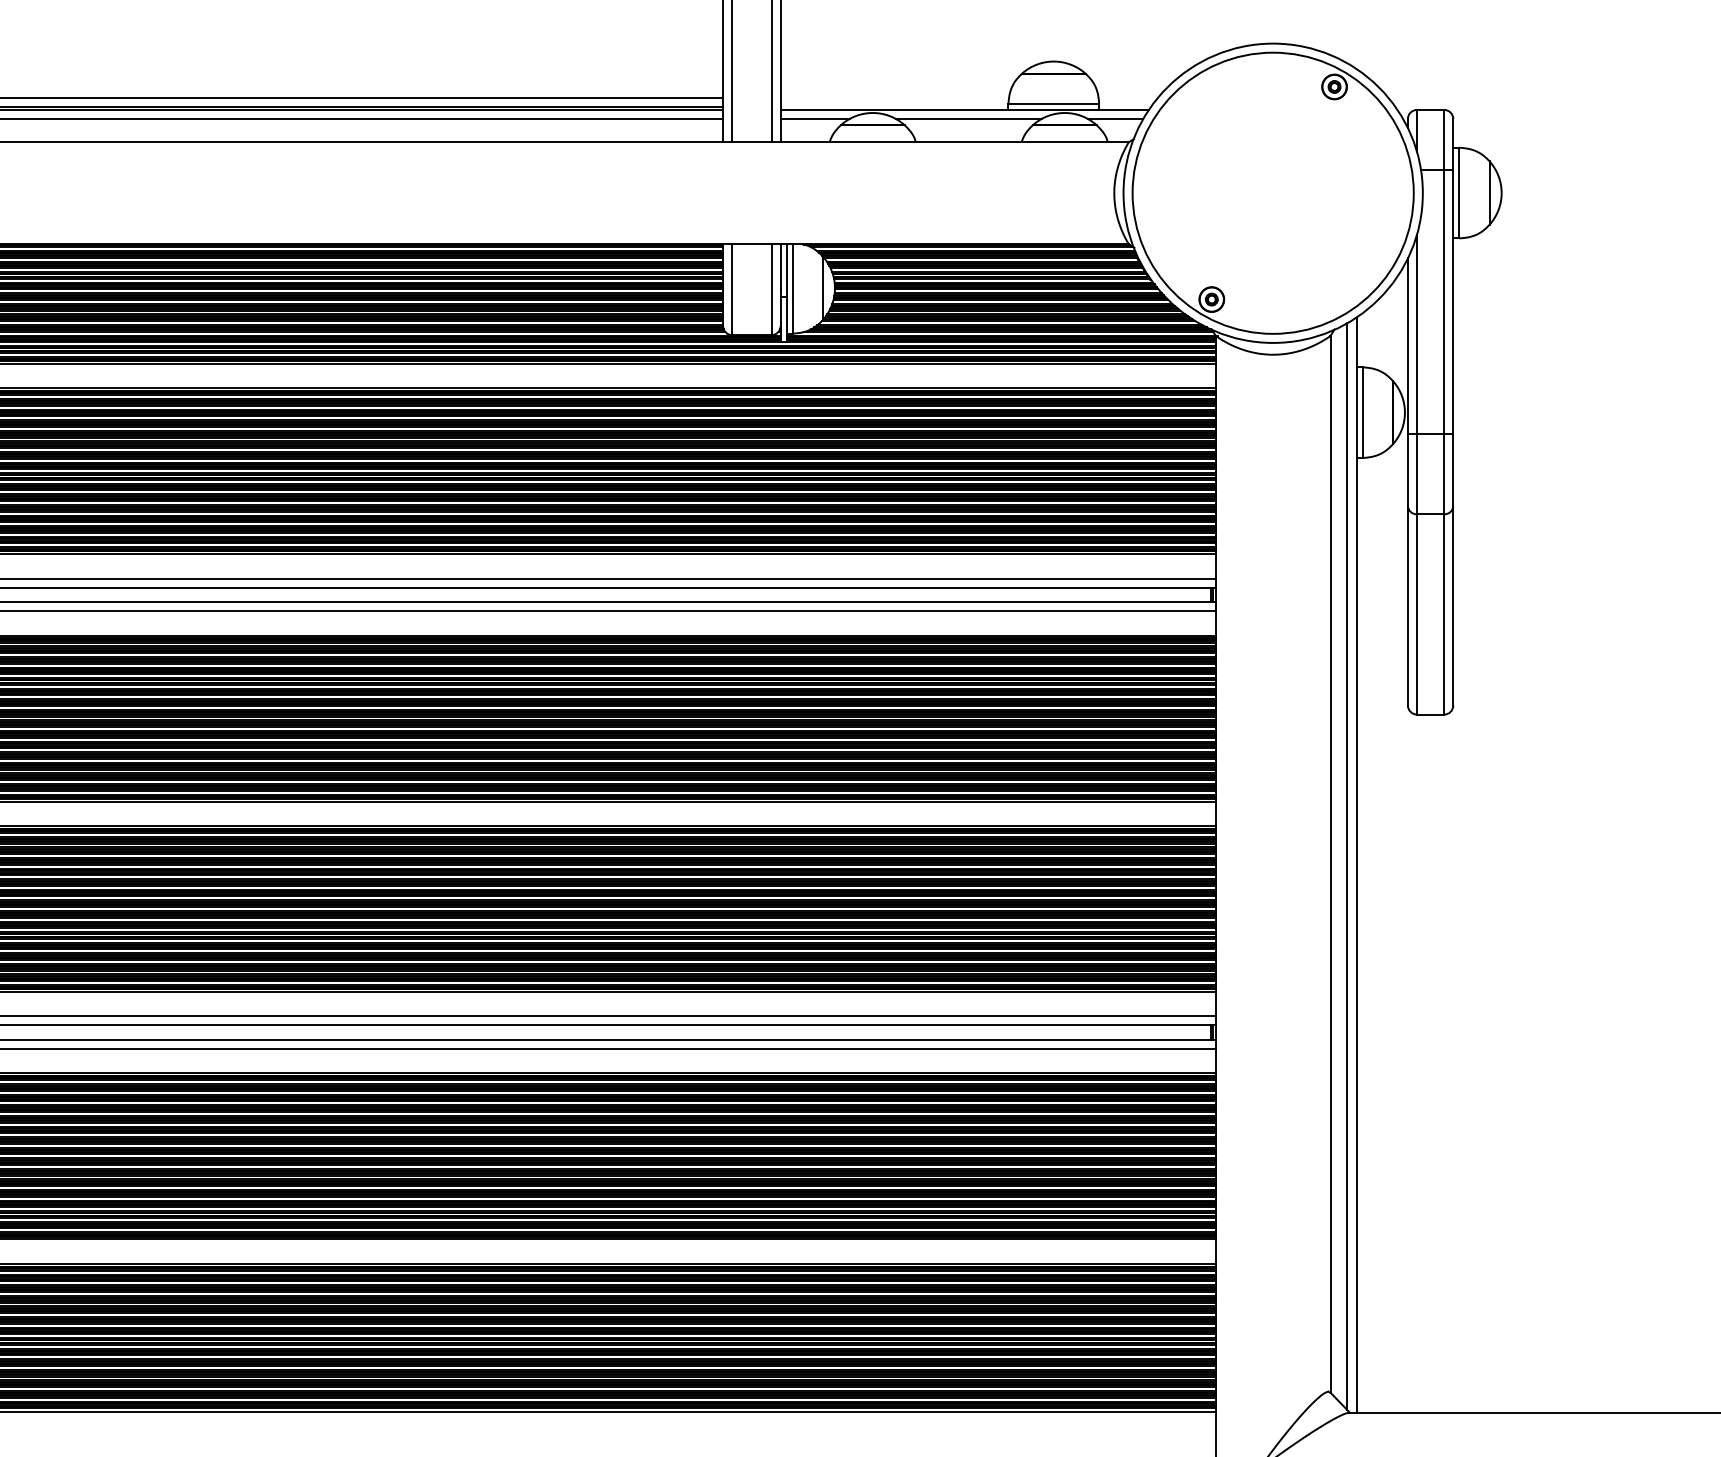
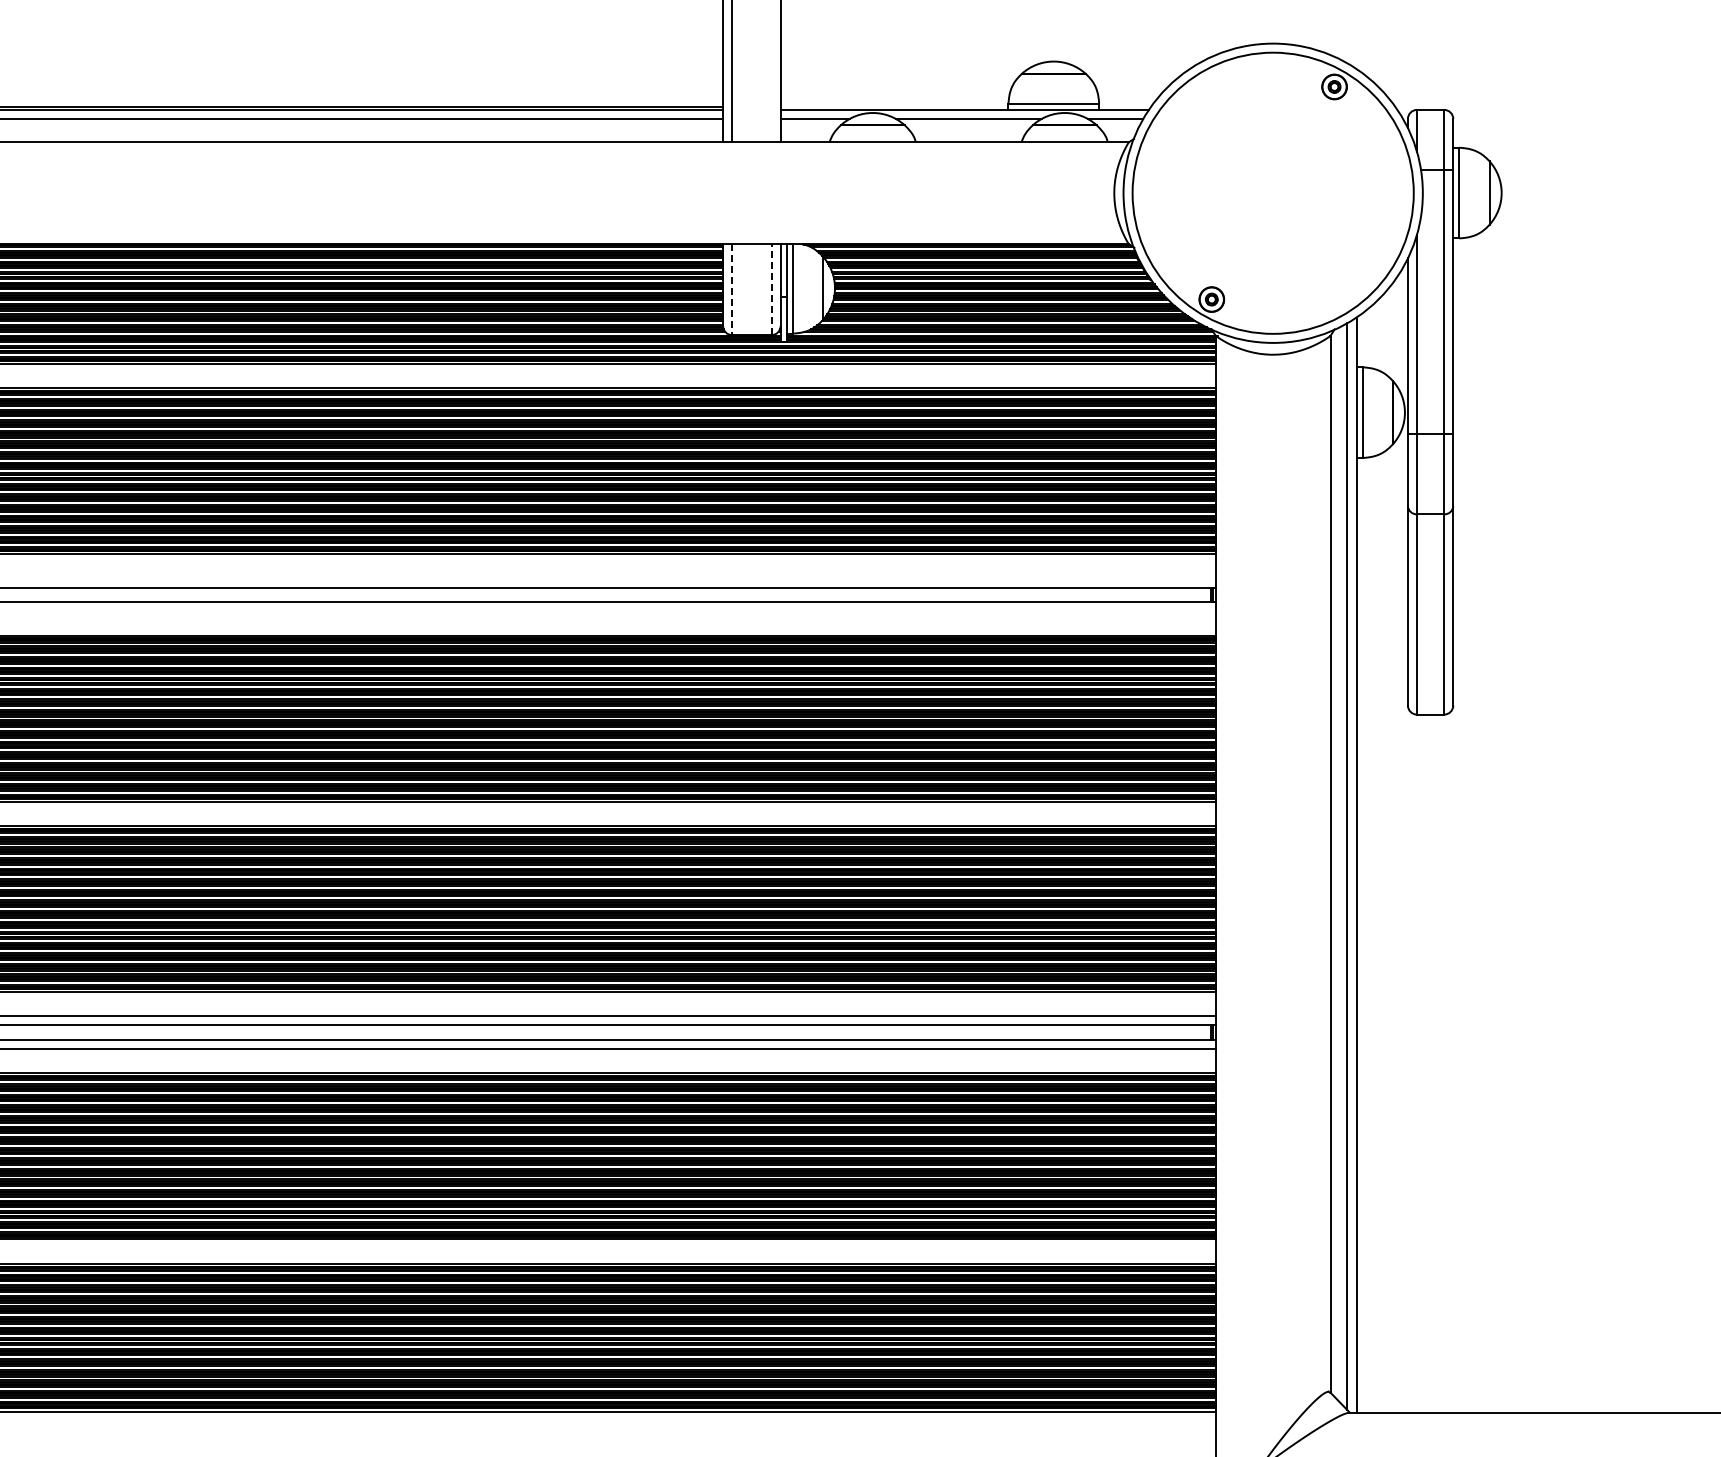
line at (771, 72): present -> none
line at (362, 97): present -> none
line at (771, 289): solid -> dashed
line at (732, 290): solid -> dashed
line at (608, 578): present -> none
line at (608, 611): present -> none
